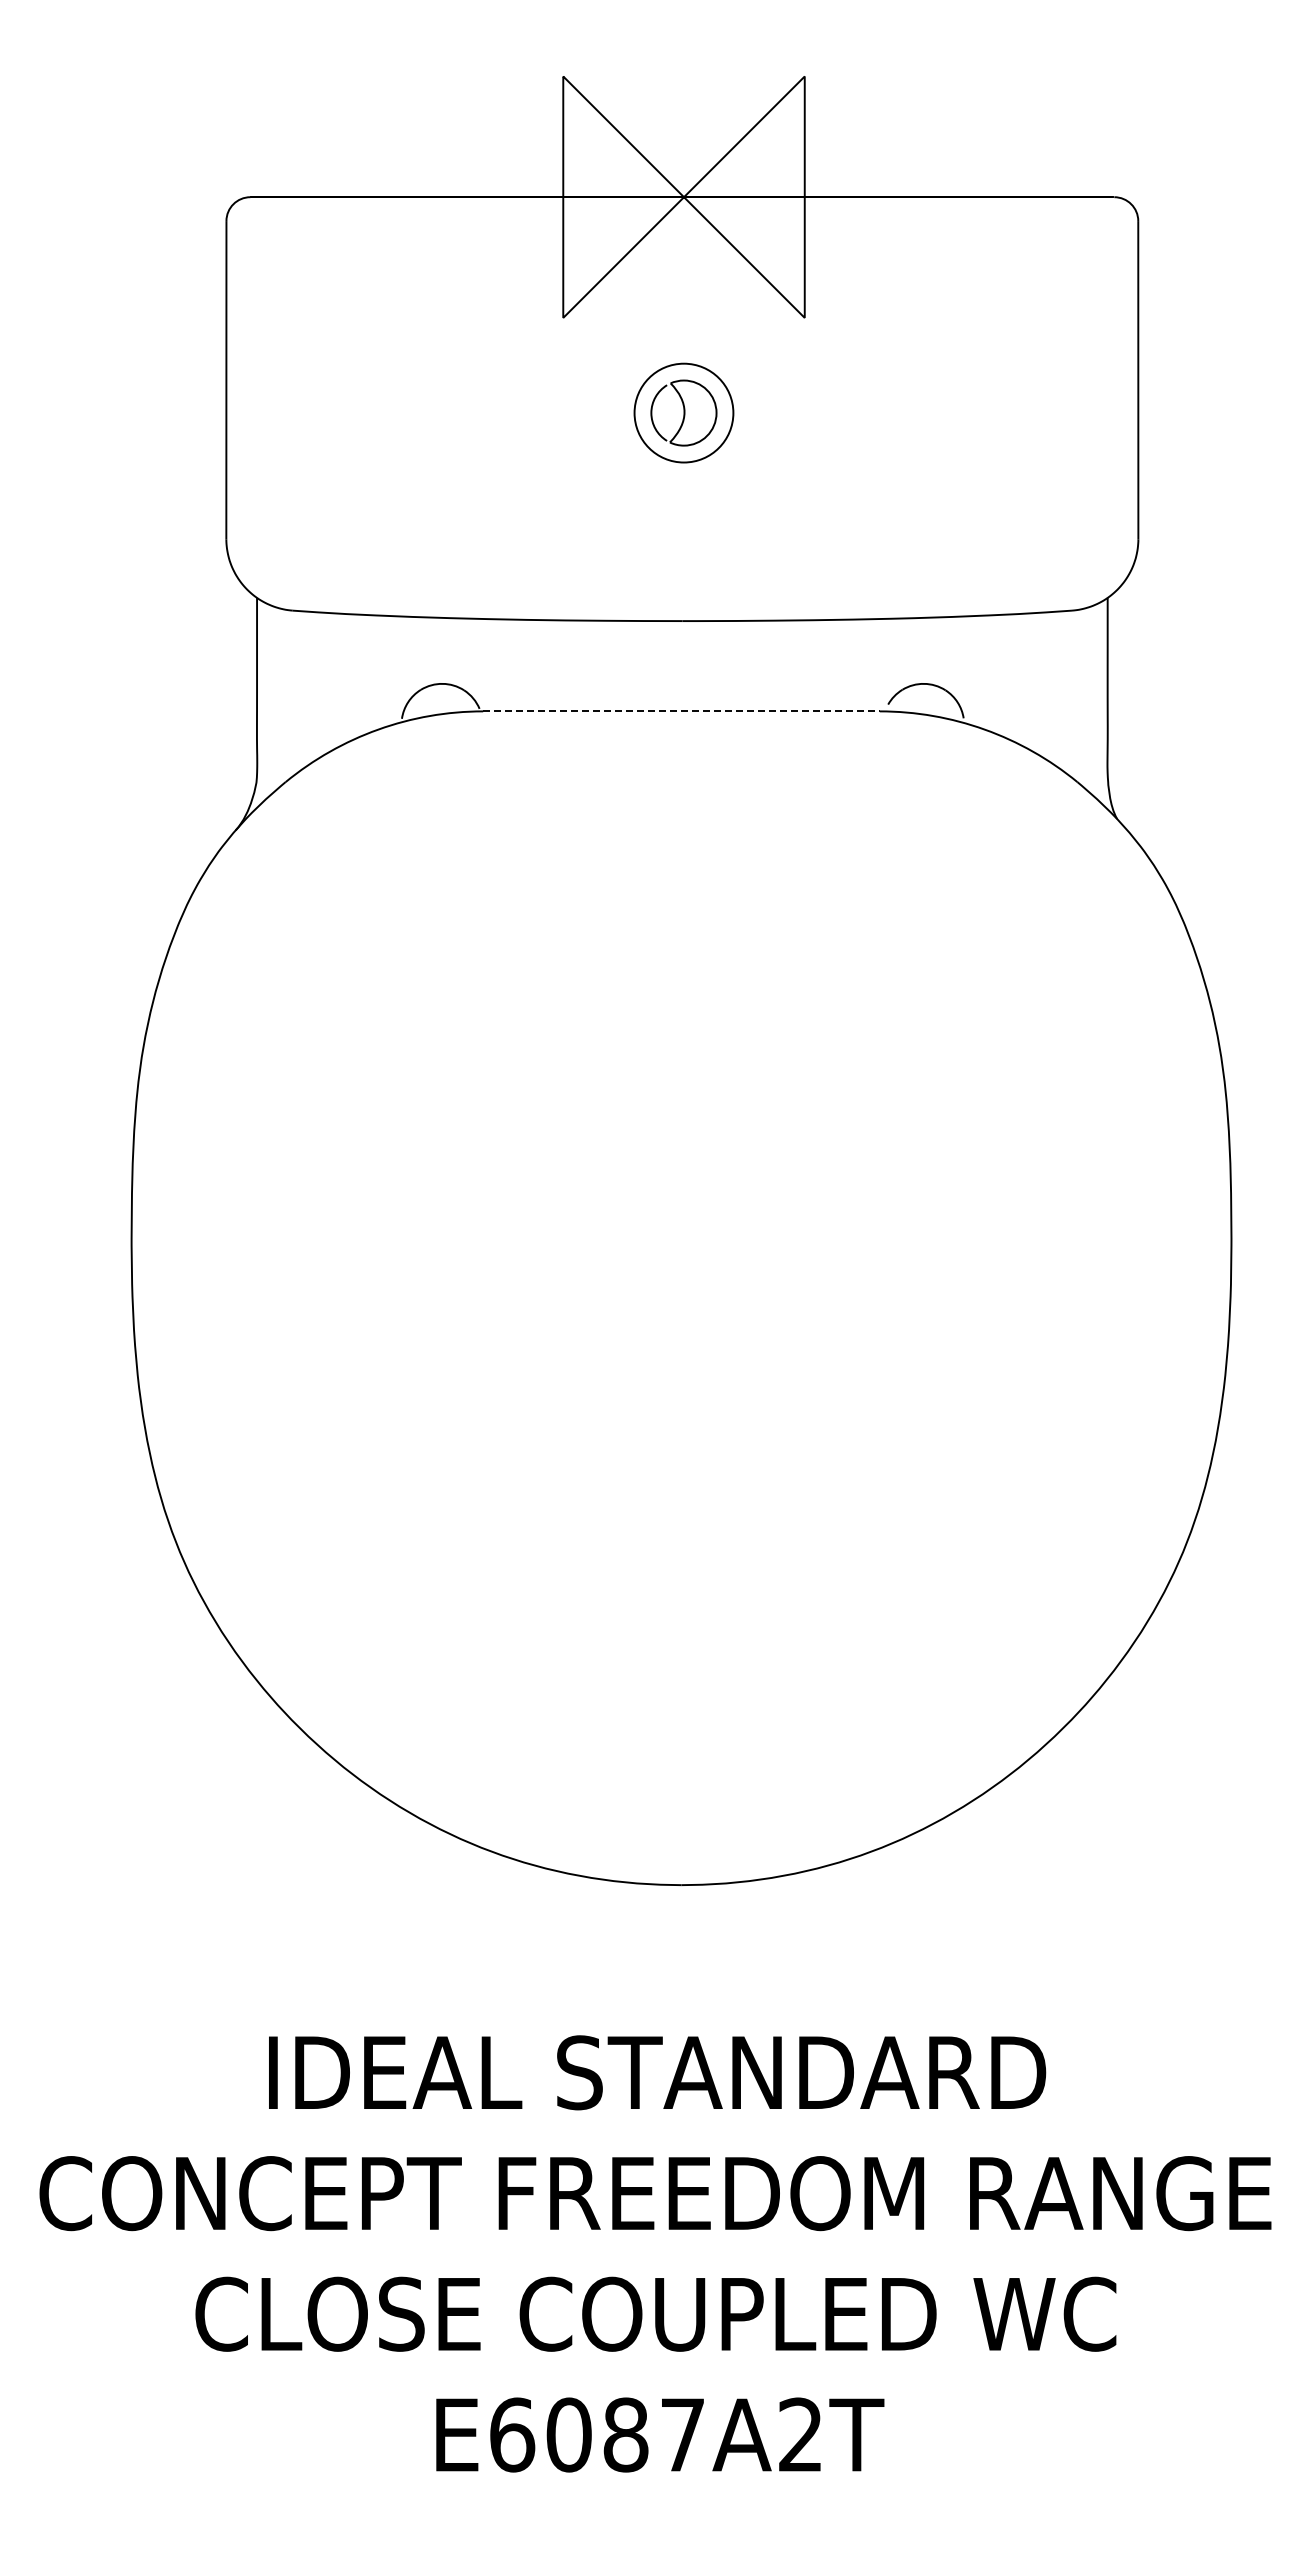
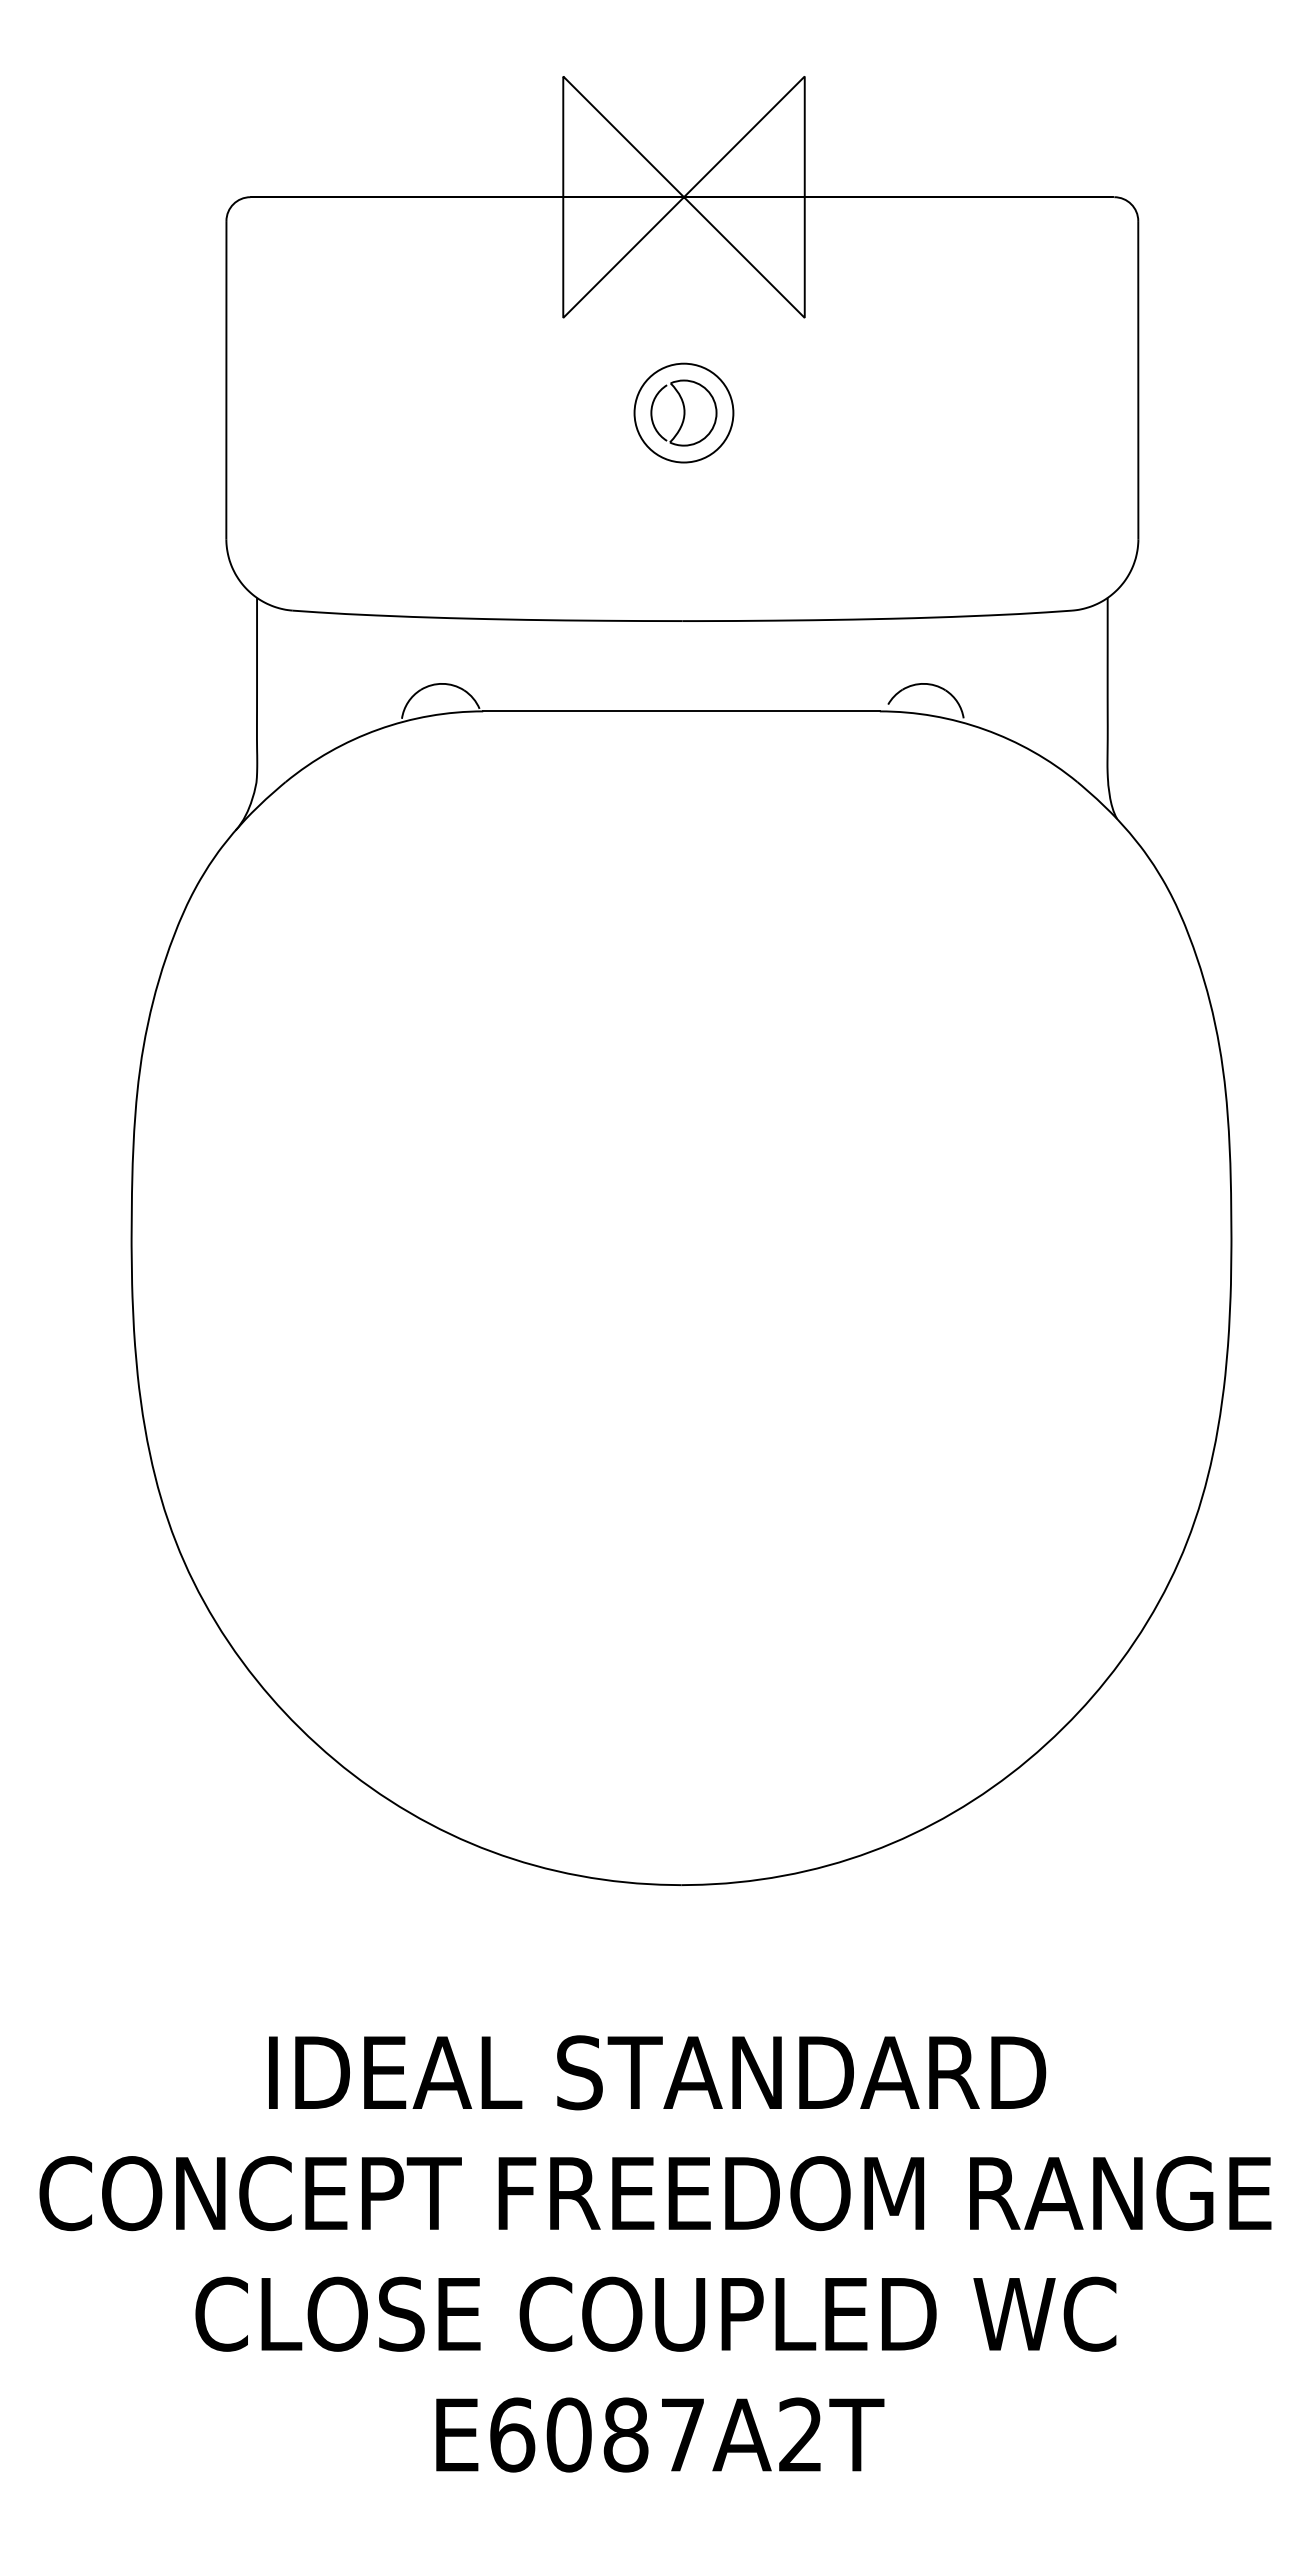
line at (682, 711): dashed -> solid
